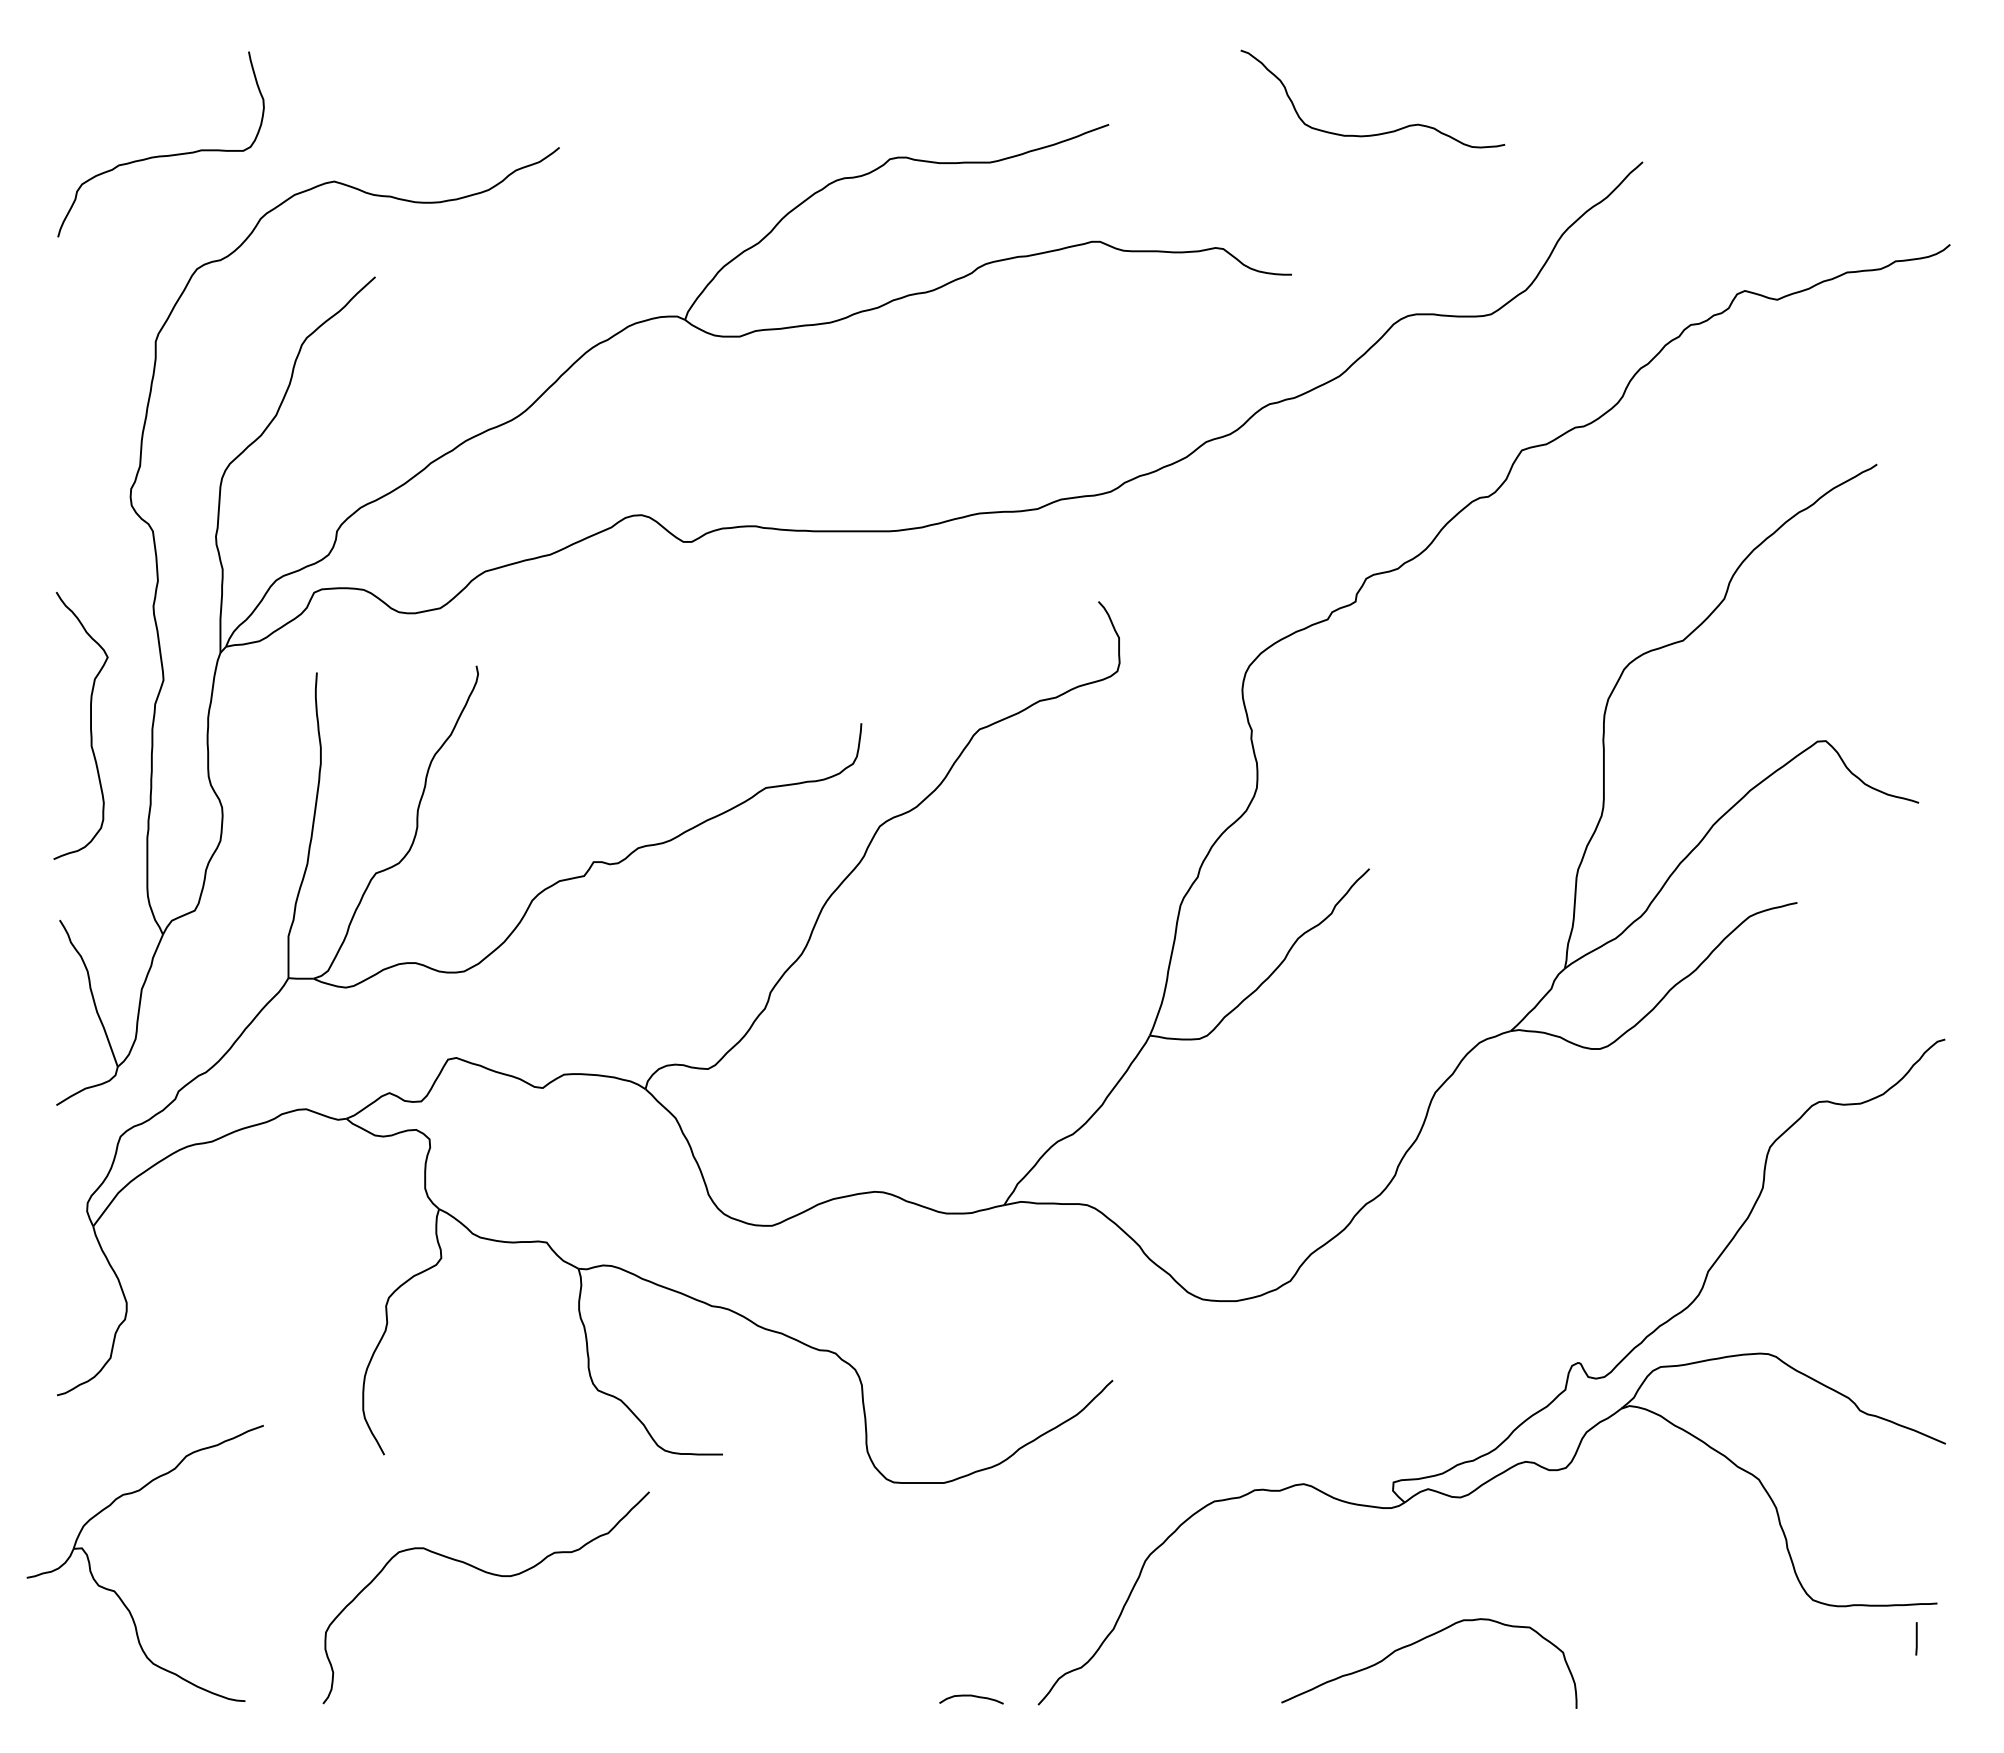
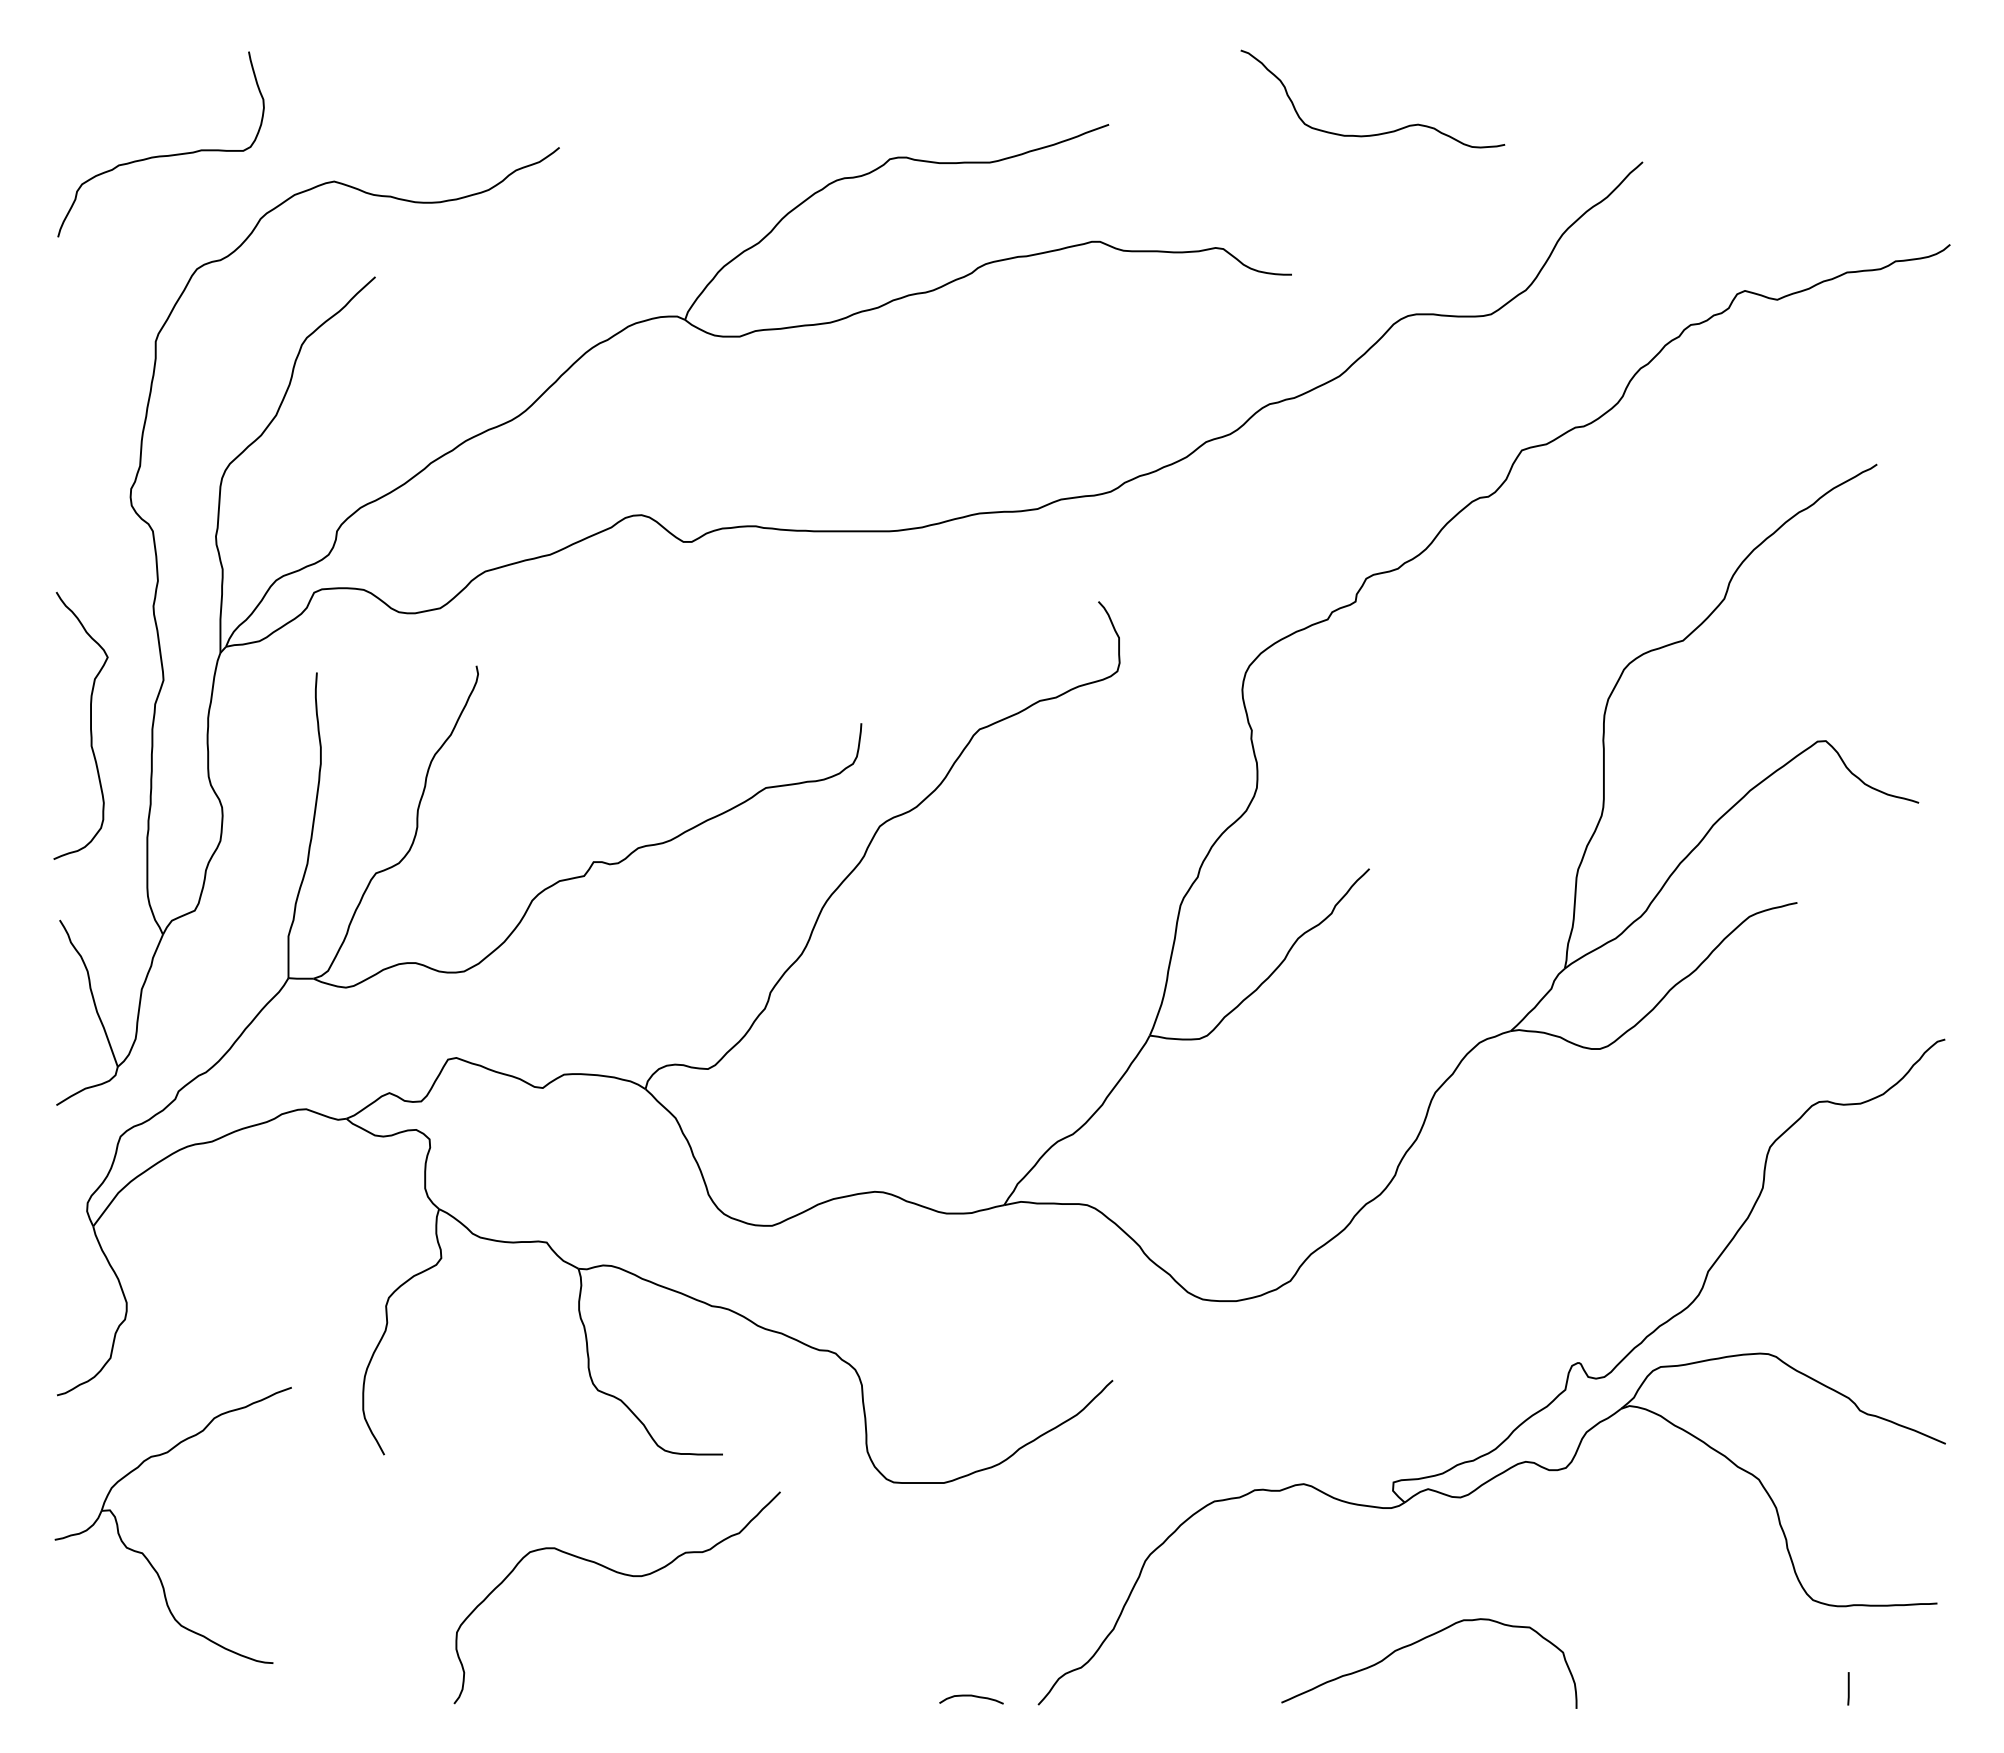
curve at (489, 1574) position: (489, 1574) -> (620, 1574)
part at (115, 1591) position: (115, 1591) -> (143, 1553)
line at (1916, 1638) position: (1916, 1638) -> (1848, 1688)
